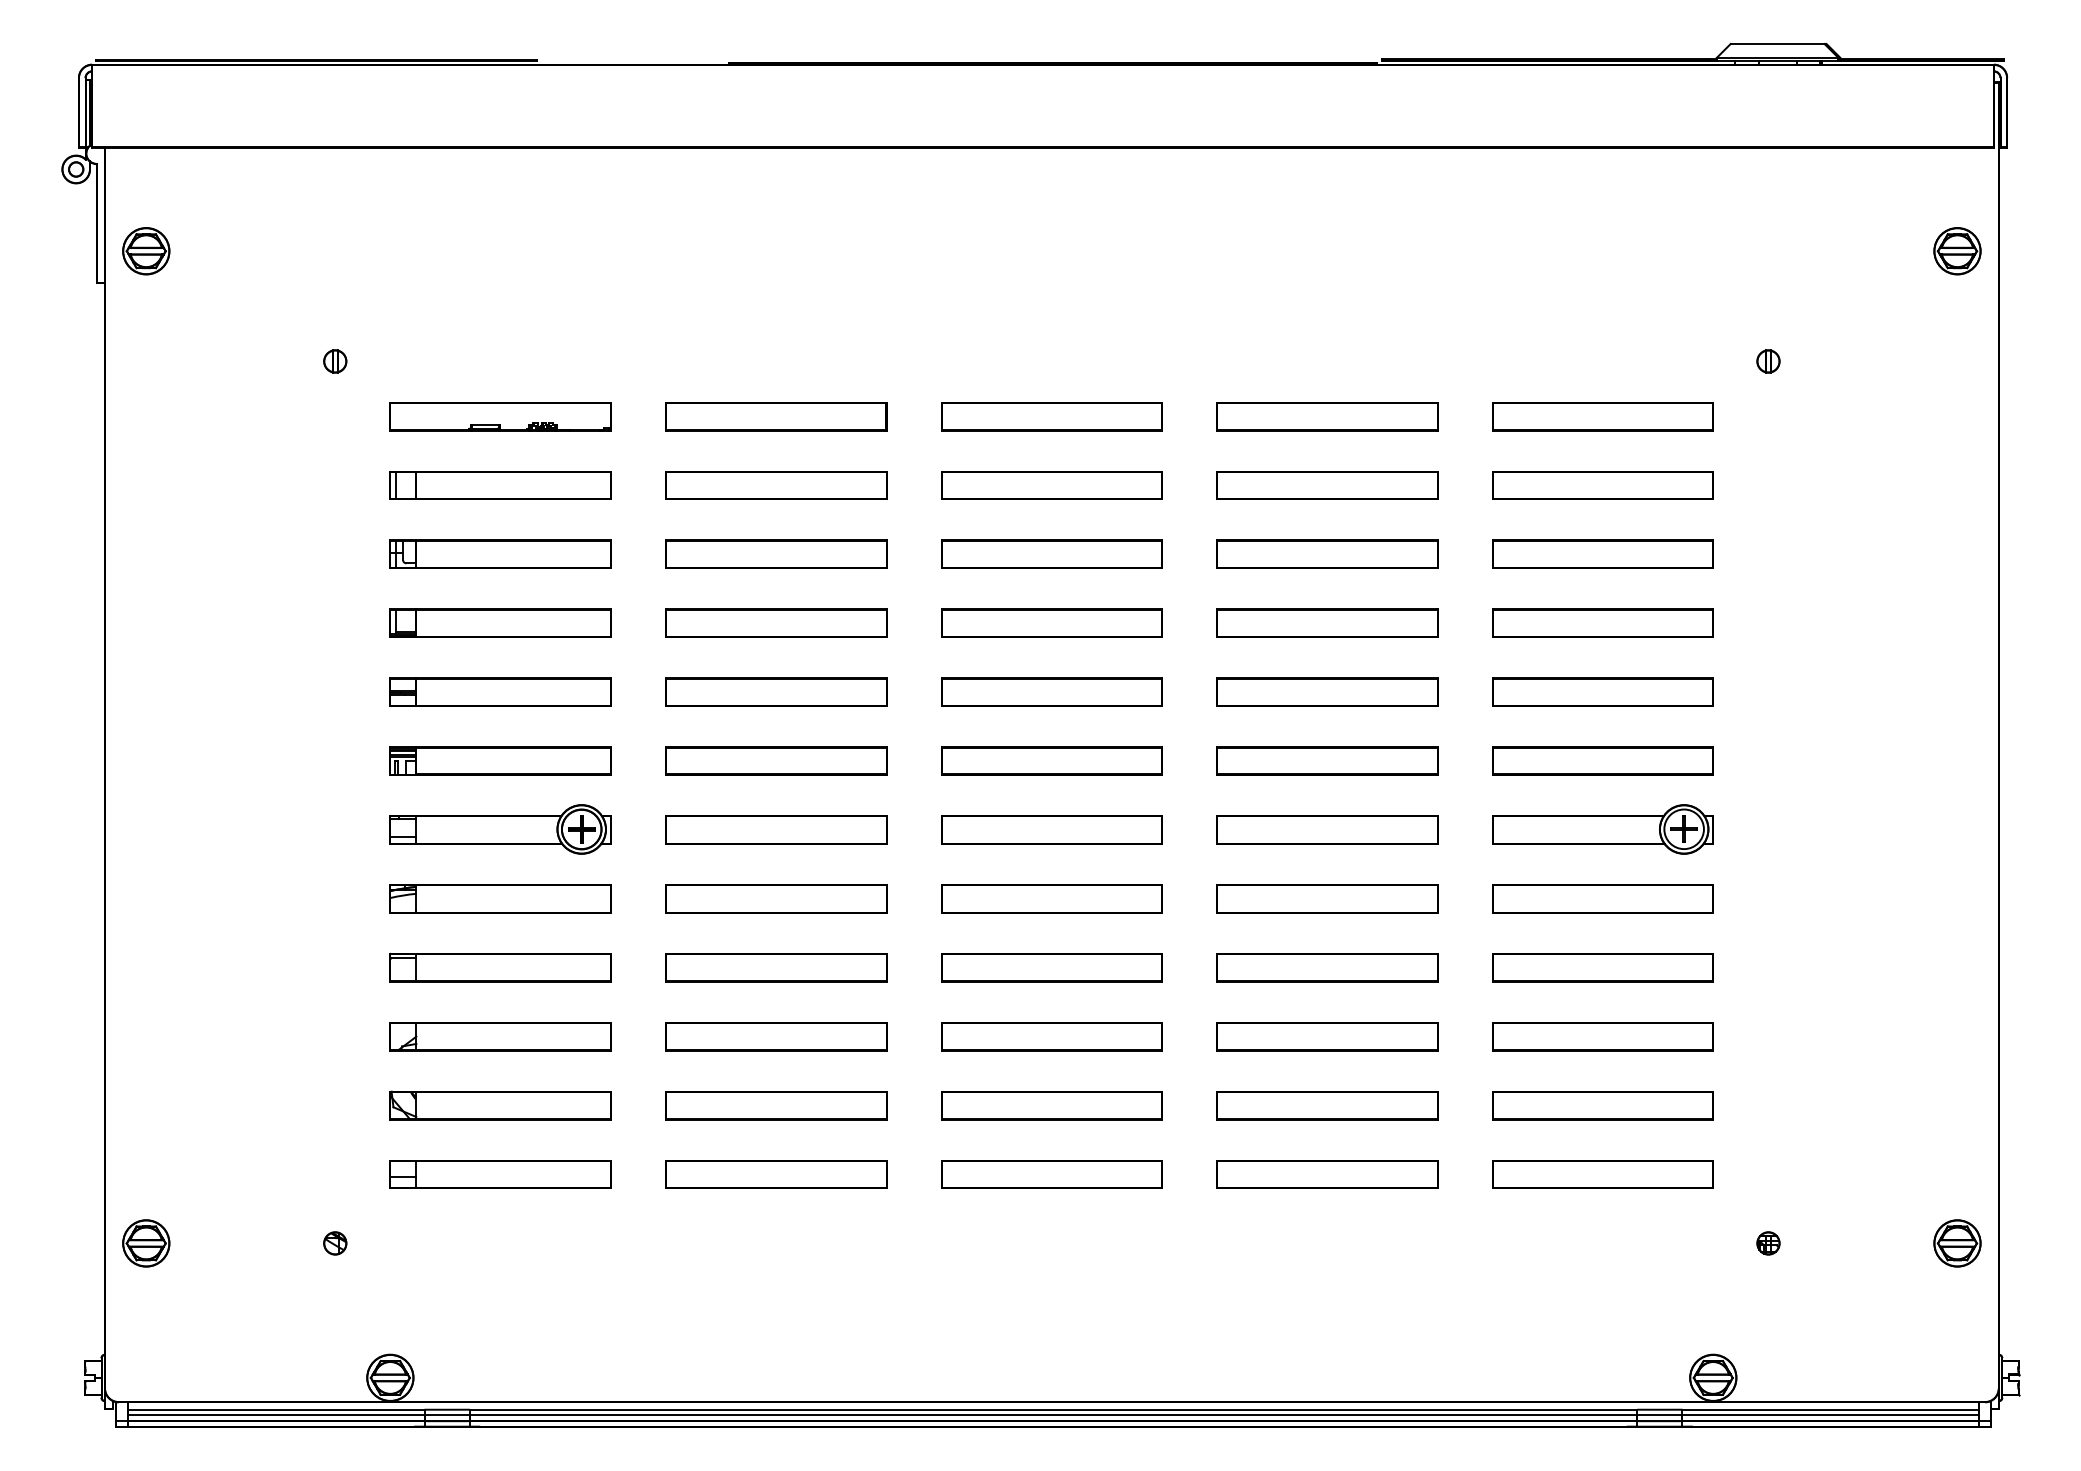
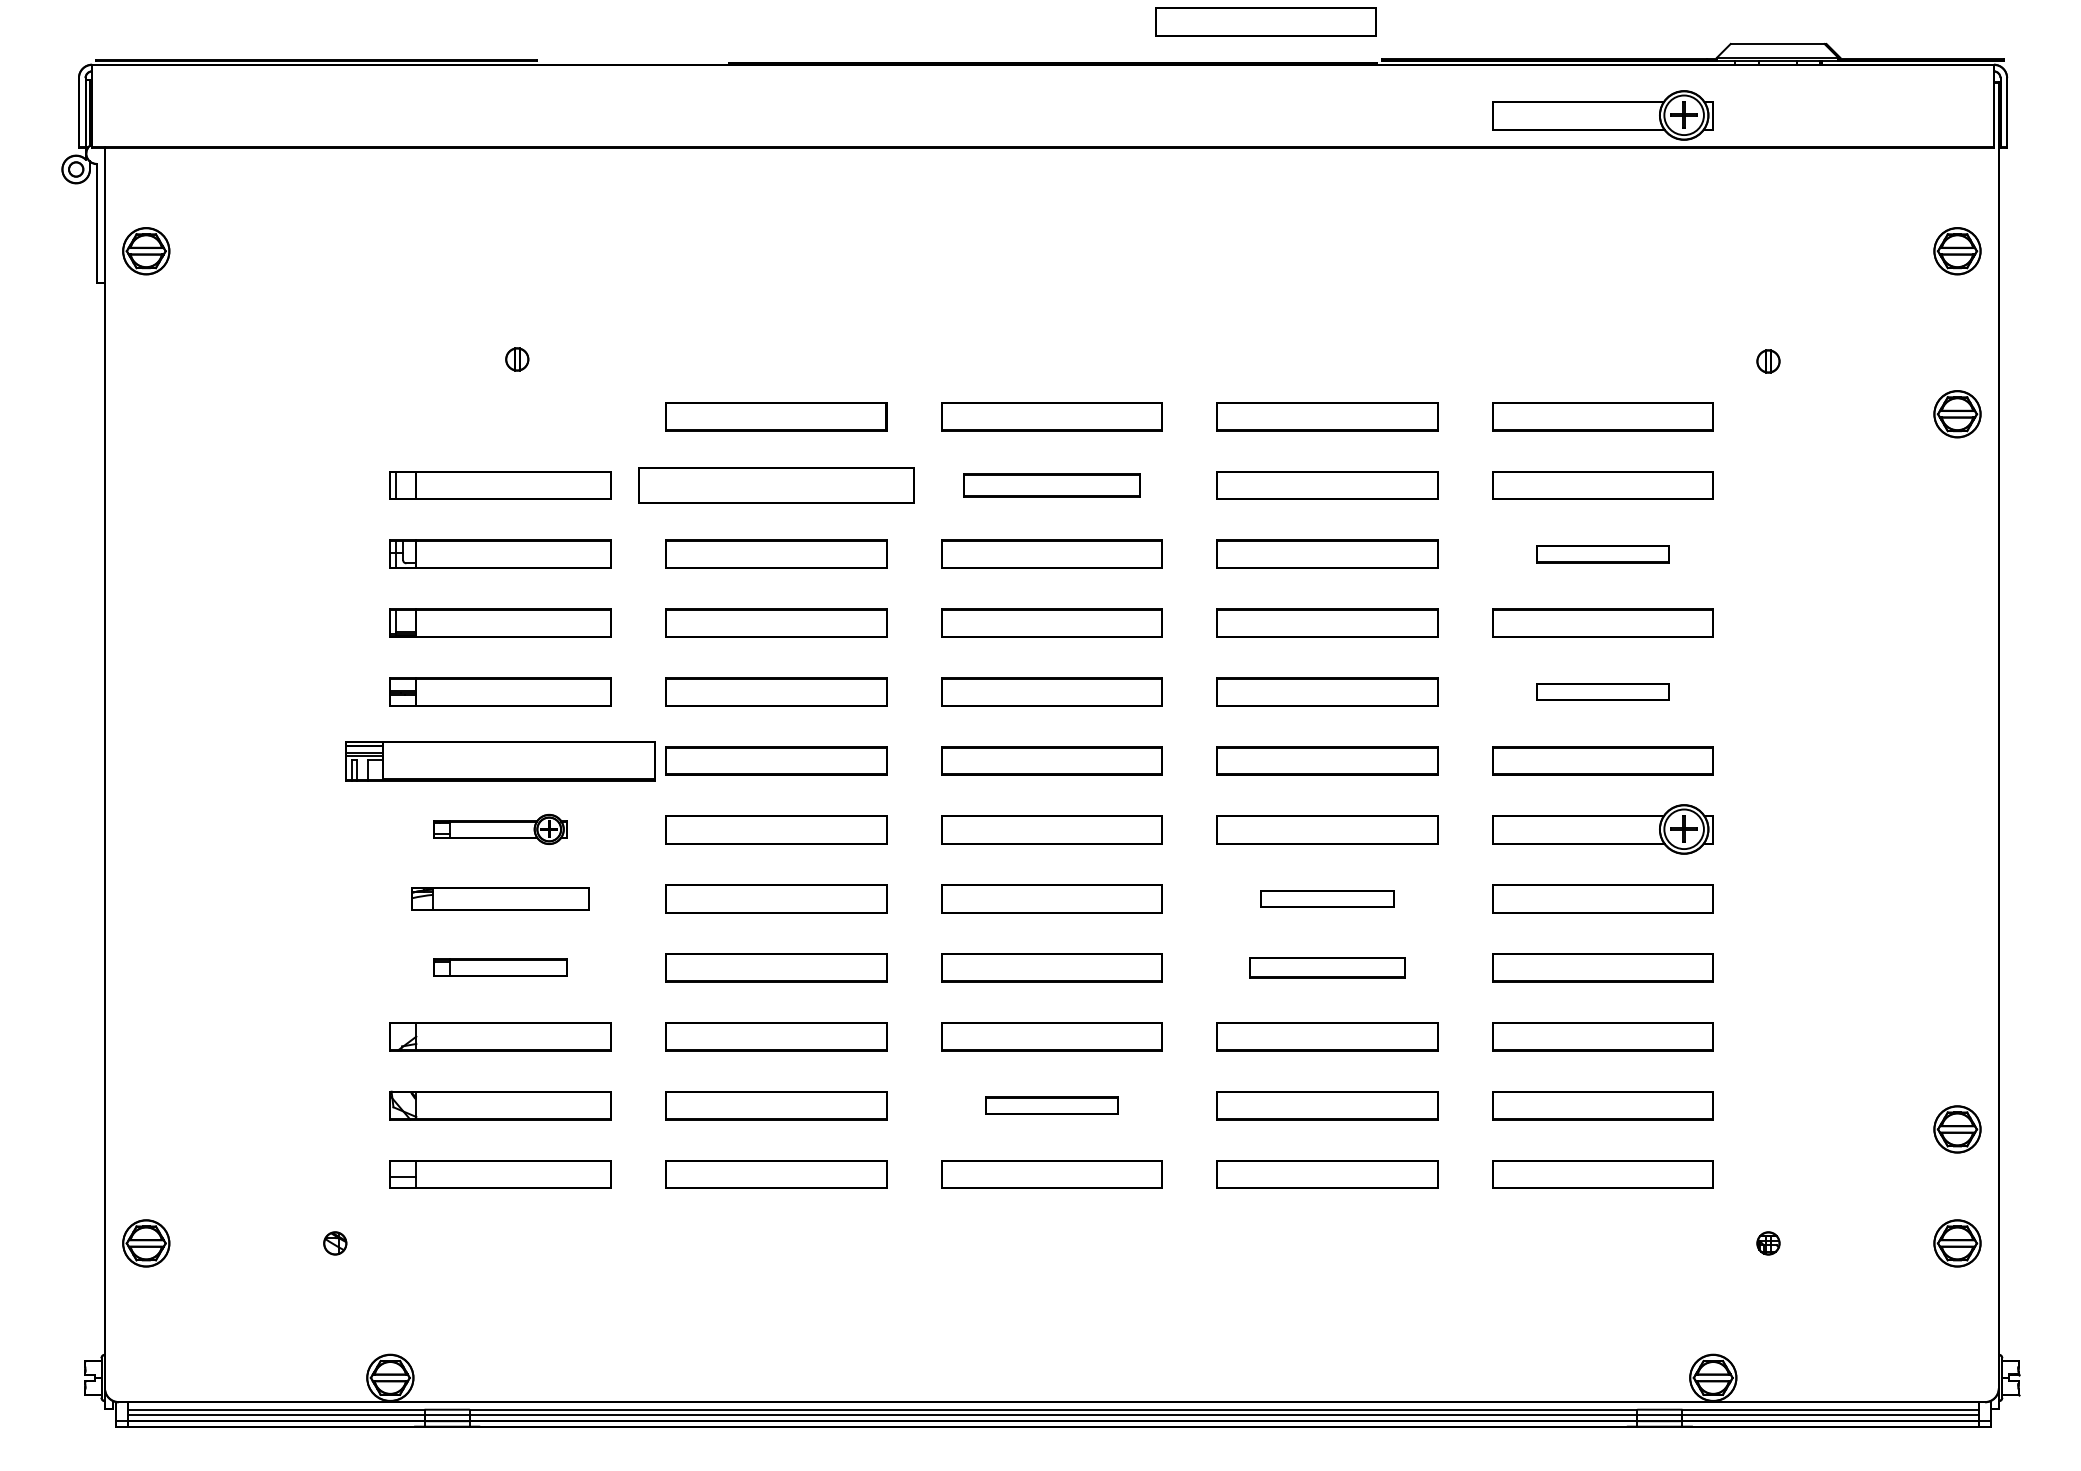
part at (1265, 21): none -> present
part at (1602, 115): none -> present
part at (335, 361) position: (335, 361) -> (517, 359)
part at (1957, 414): none -> present
part at (500, 416): present -> none
part at (776, 485) size: 223x29 px -> 277x37 px
part at (1051, 485) size: 222x29 px -> 178x25 px
part at (1602, 553) size: 222x30 px -> 134x19 px
part at (1602, 691) size: 222x30 px -> 134x18 px
part at (500, 760) size: 223x30 px -> 311x41 px
part at (500, 829) size: 223x51 px -> 135x32 px
part at (500, 898) size: 223x30 px -> 179x24 px
part at (1327, 898) size: 223x30 px -> 135x18 px
part at (500, 967) size: 223x31 px -> 135x19 px
part at (1327, 967) size: 223x30 px -> 157x22 px
part at (1051, 1105) size: 222x30 px -> 134x19 px
part at (1957, 1129): none -> present
